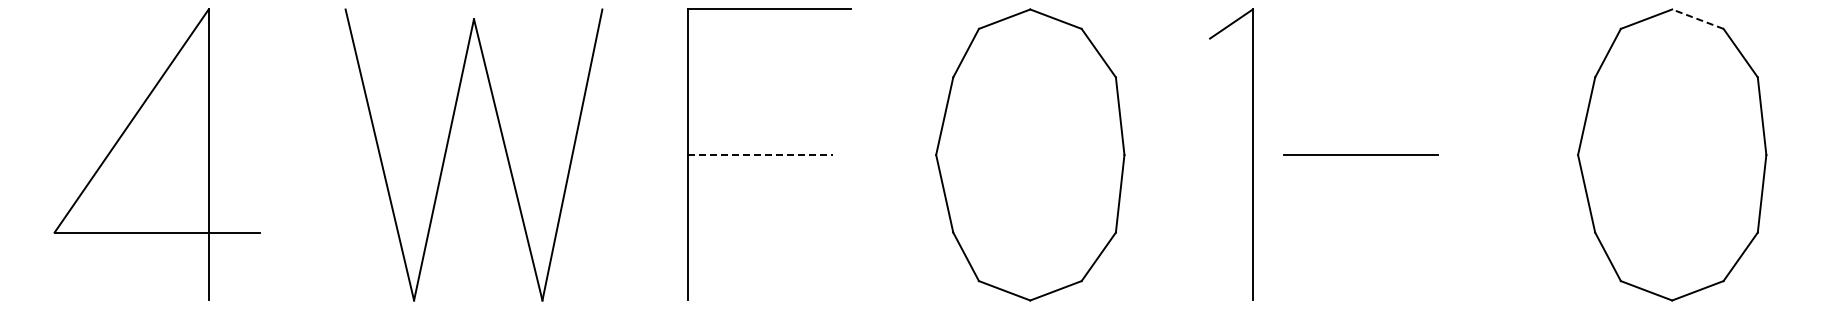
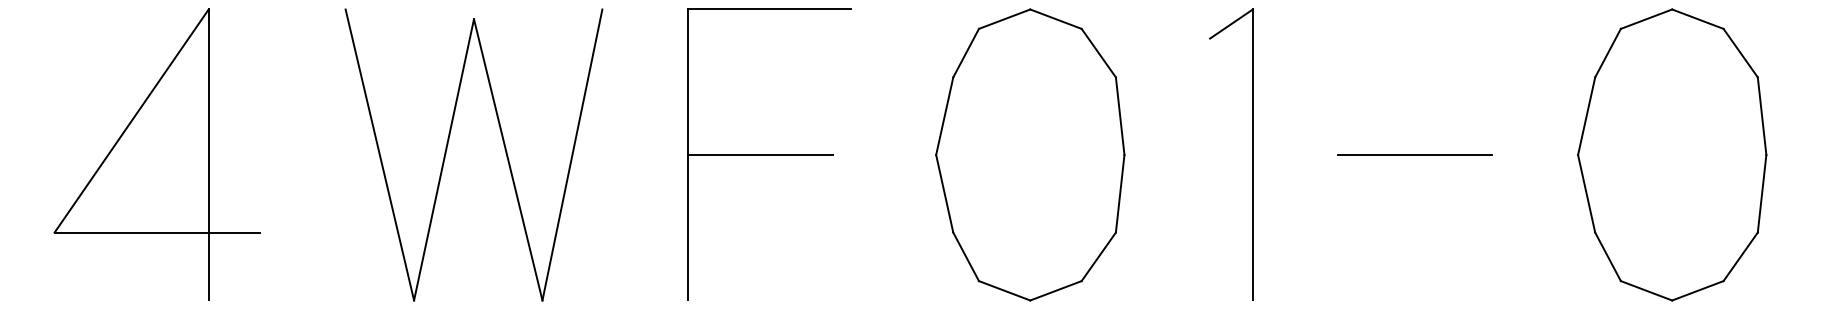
line at (1697, 19): dashed -> solid
line at (1360, 154) position: (1360, 154) -> (1414, 154)
line at (760, 155): dashed -> solid
